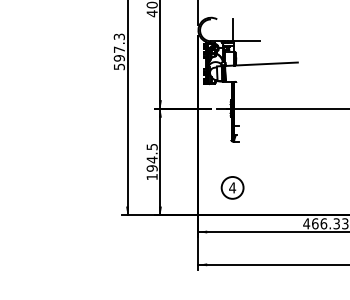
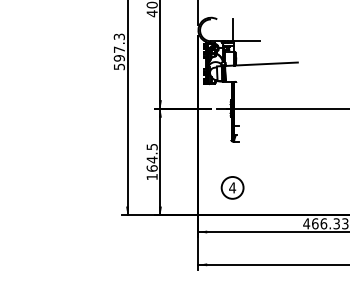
text at (151, 168): 194.5 -> 164.5
